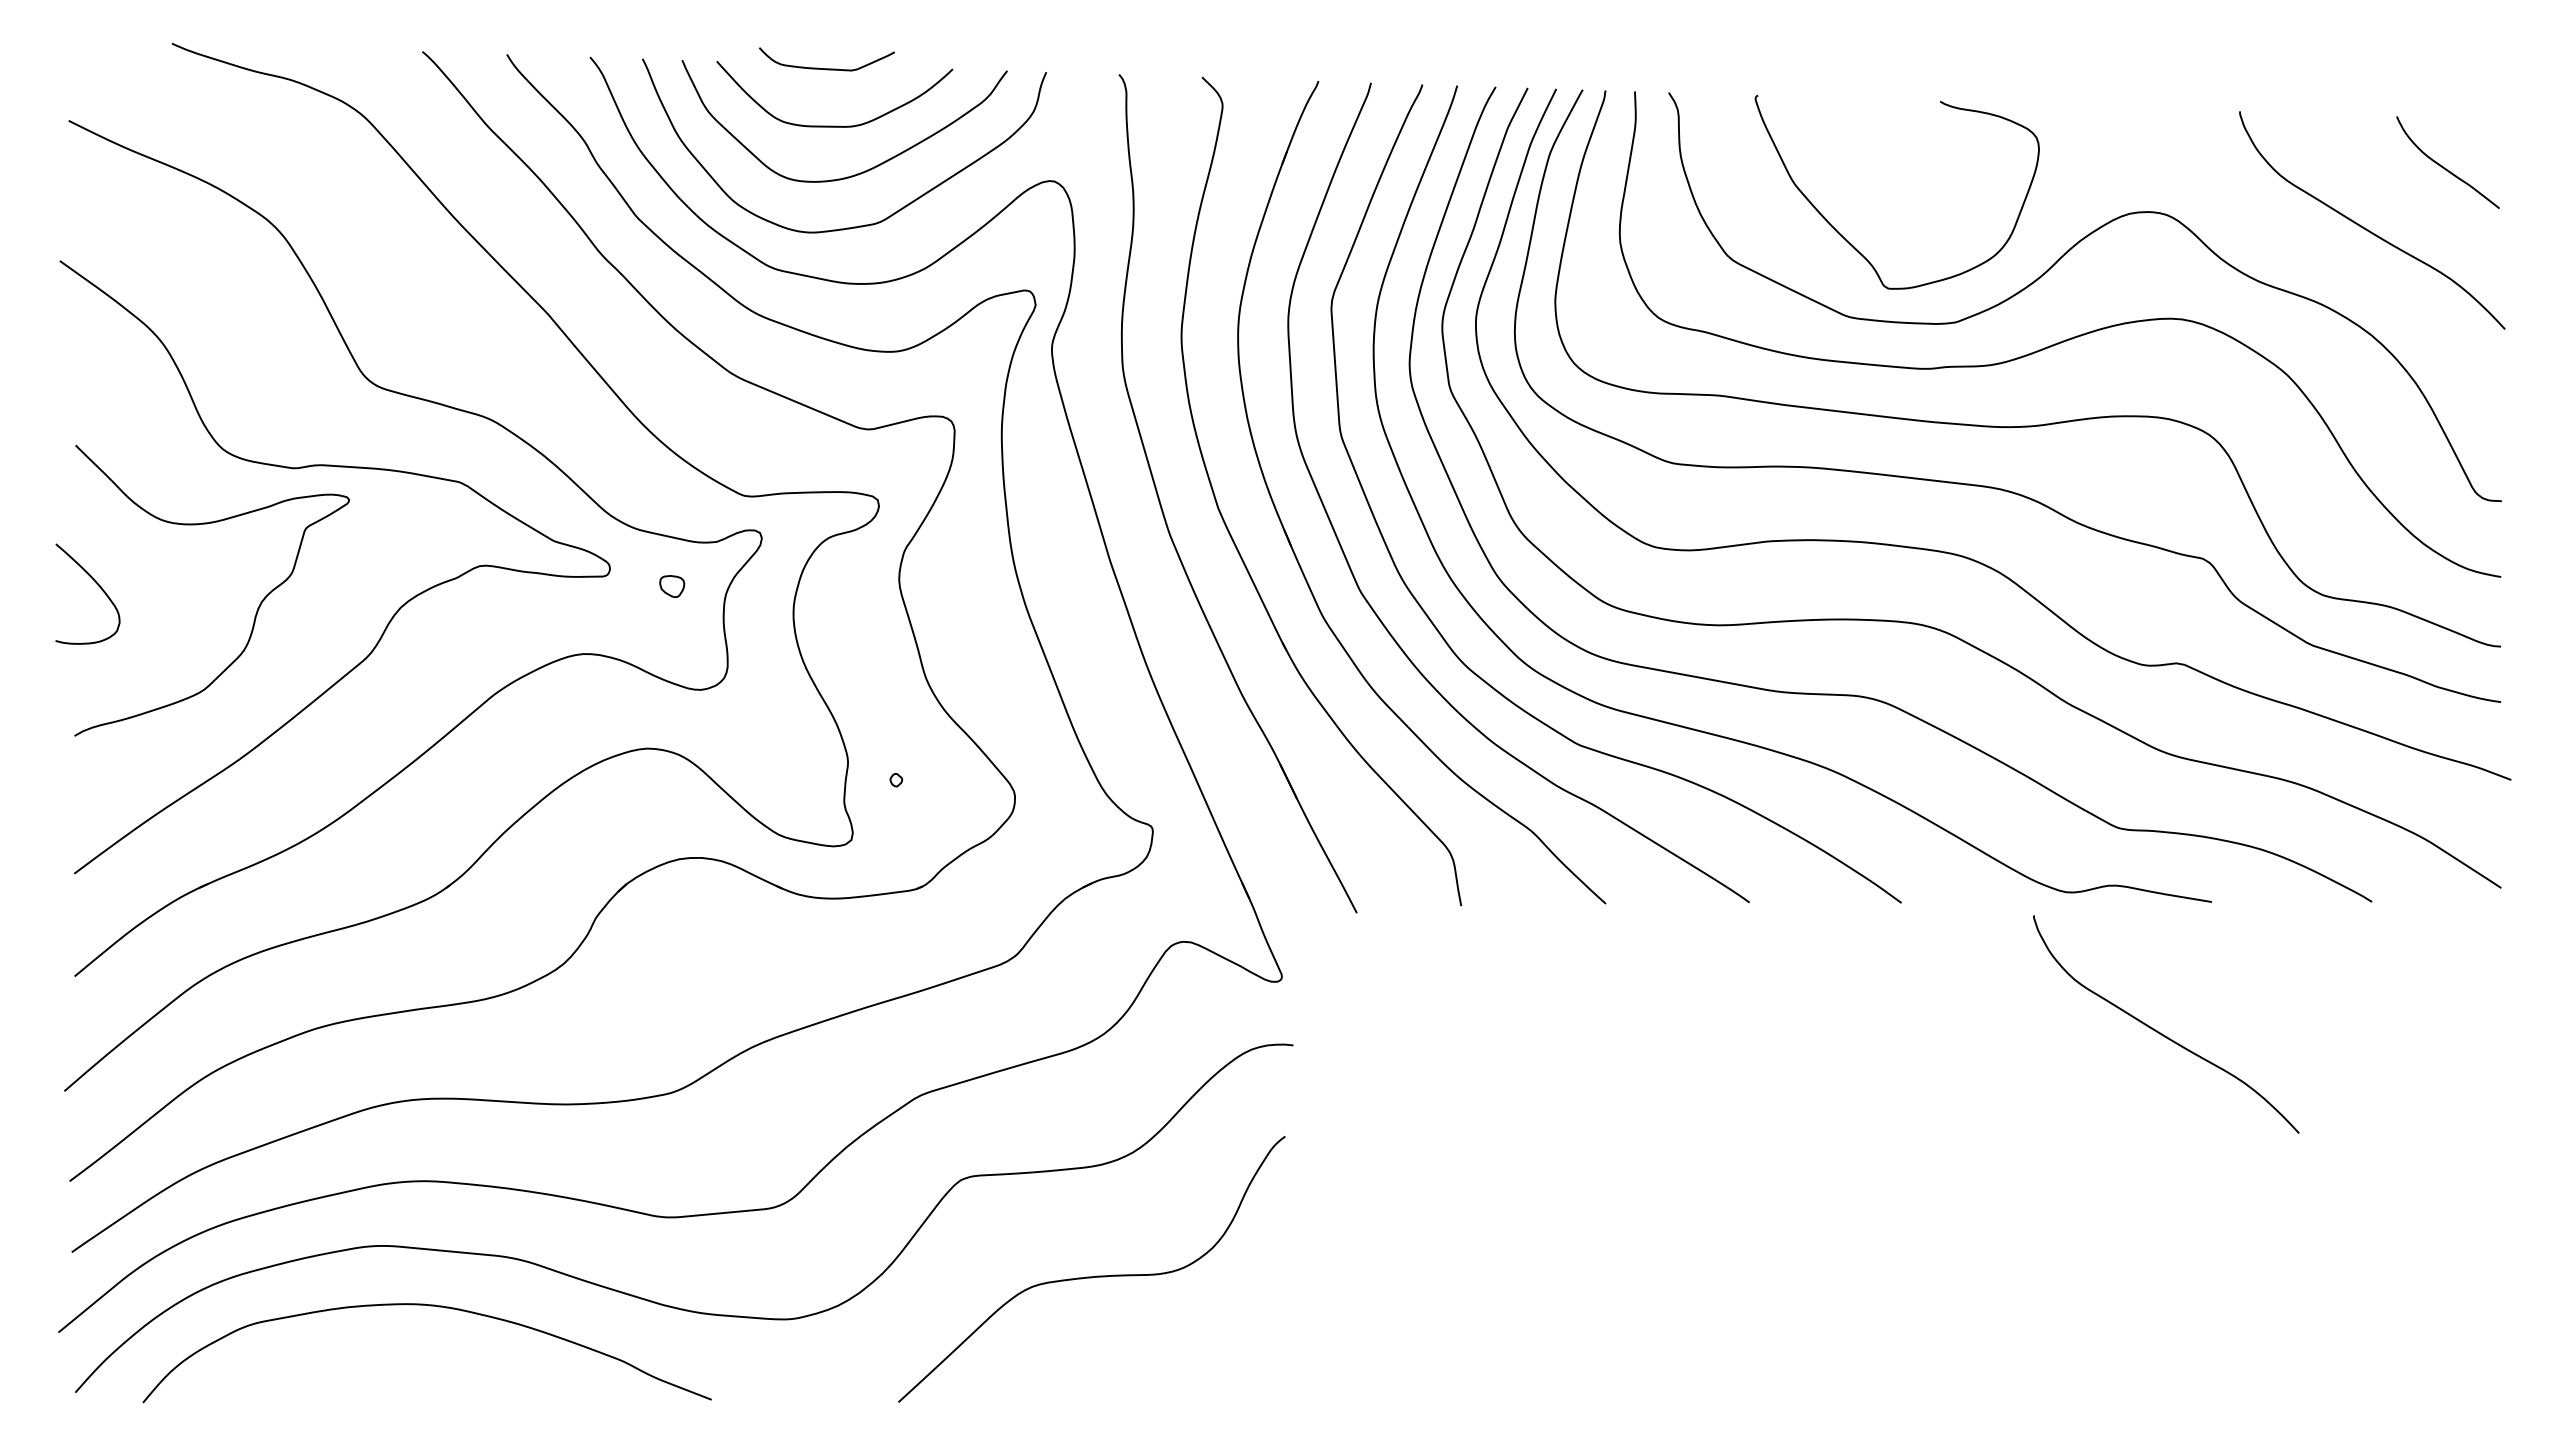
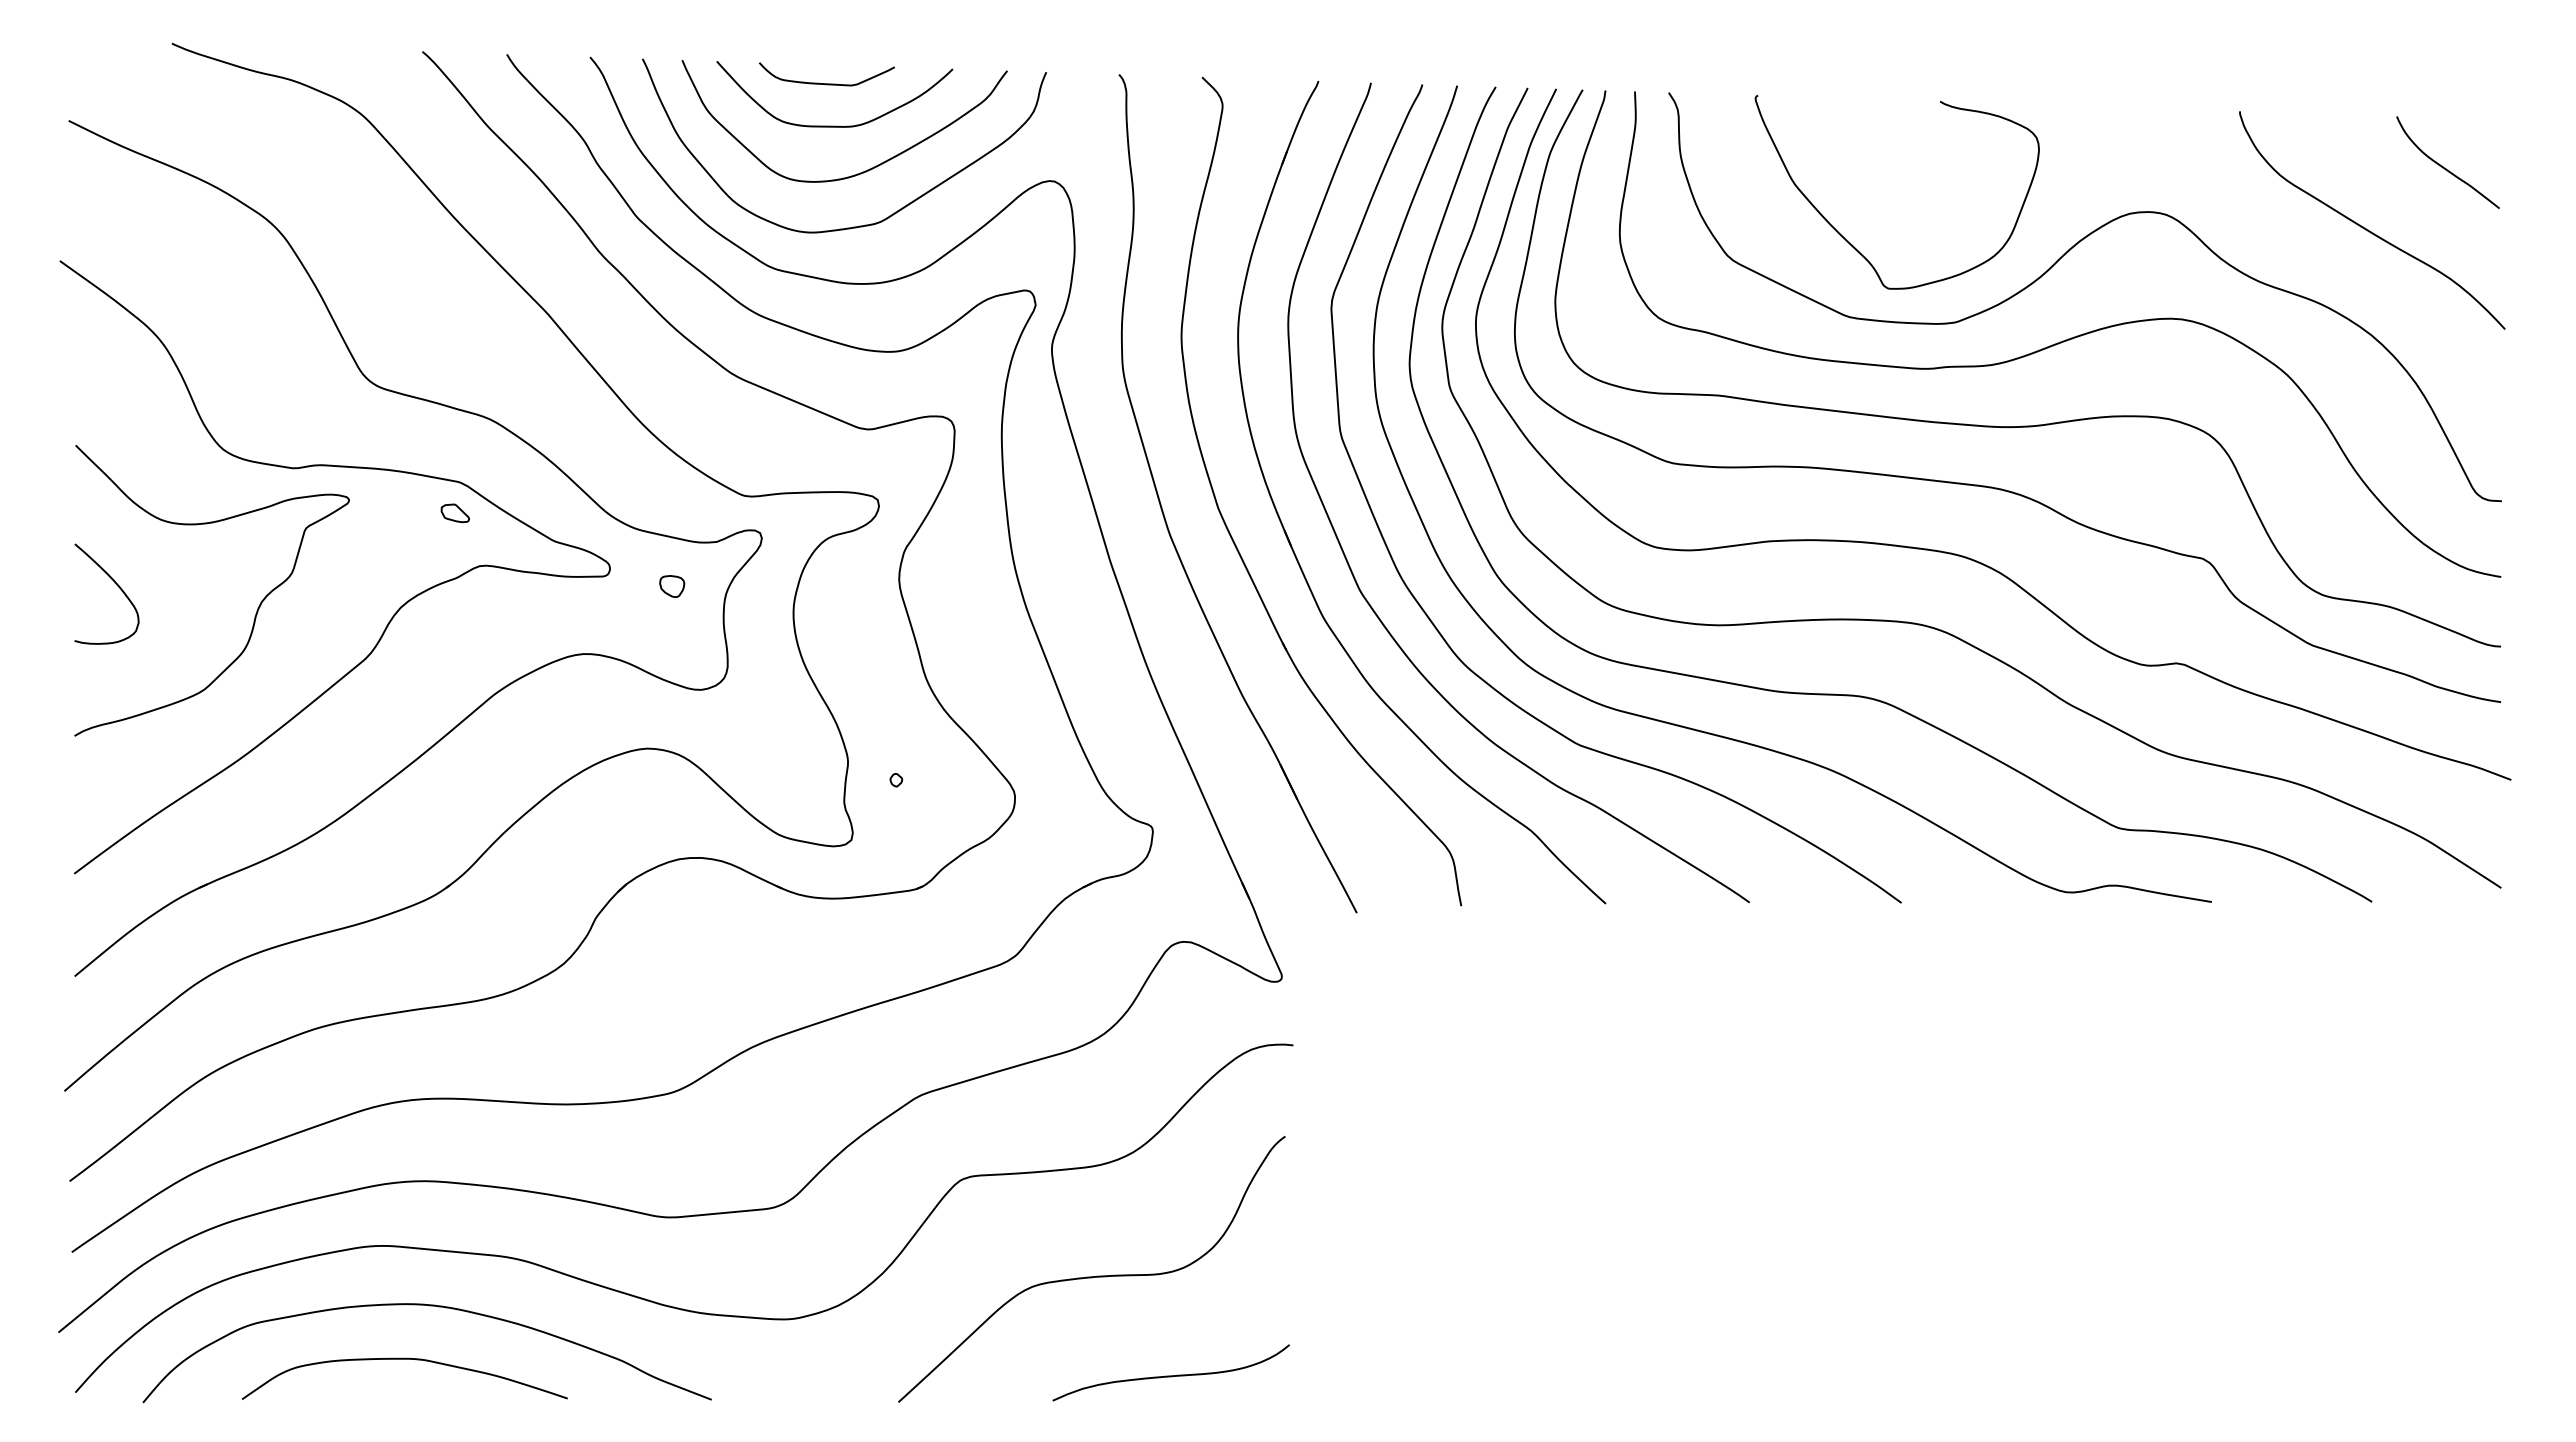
curve at (826, 68) position: (826, 68) -> (826, 83)
part at (455, 513): none -> present
curve at (96, 584) position: (96, 584) -> (115, 584)
curve at (2162, 1033): present -> none
curve at (404, 1359): none -> present
curve at (1170, 1375): none -> present
